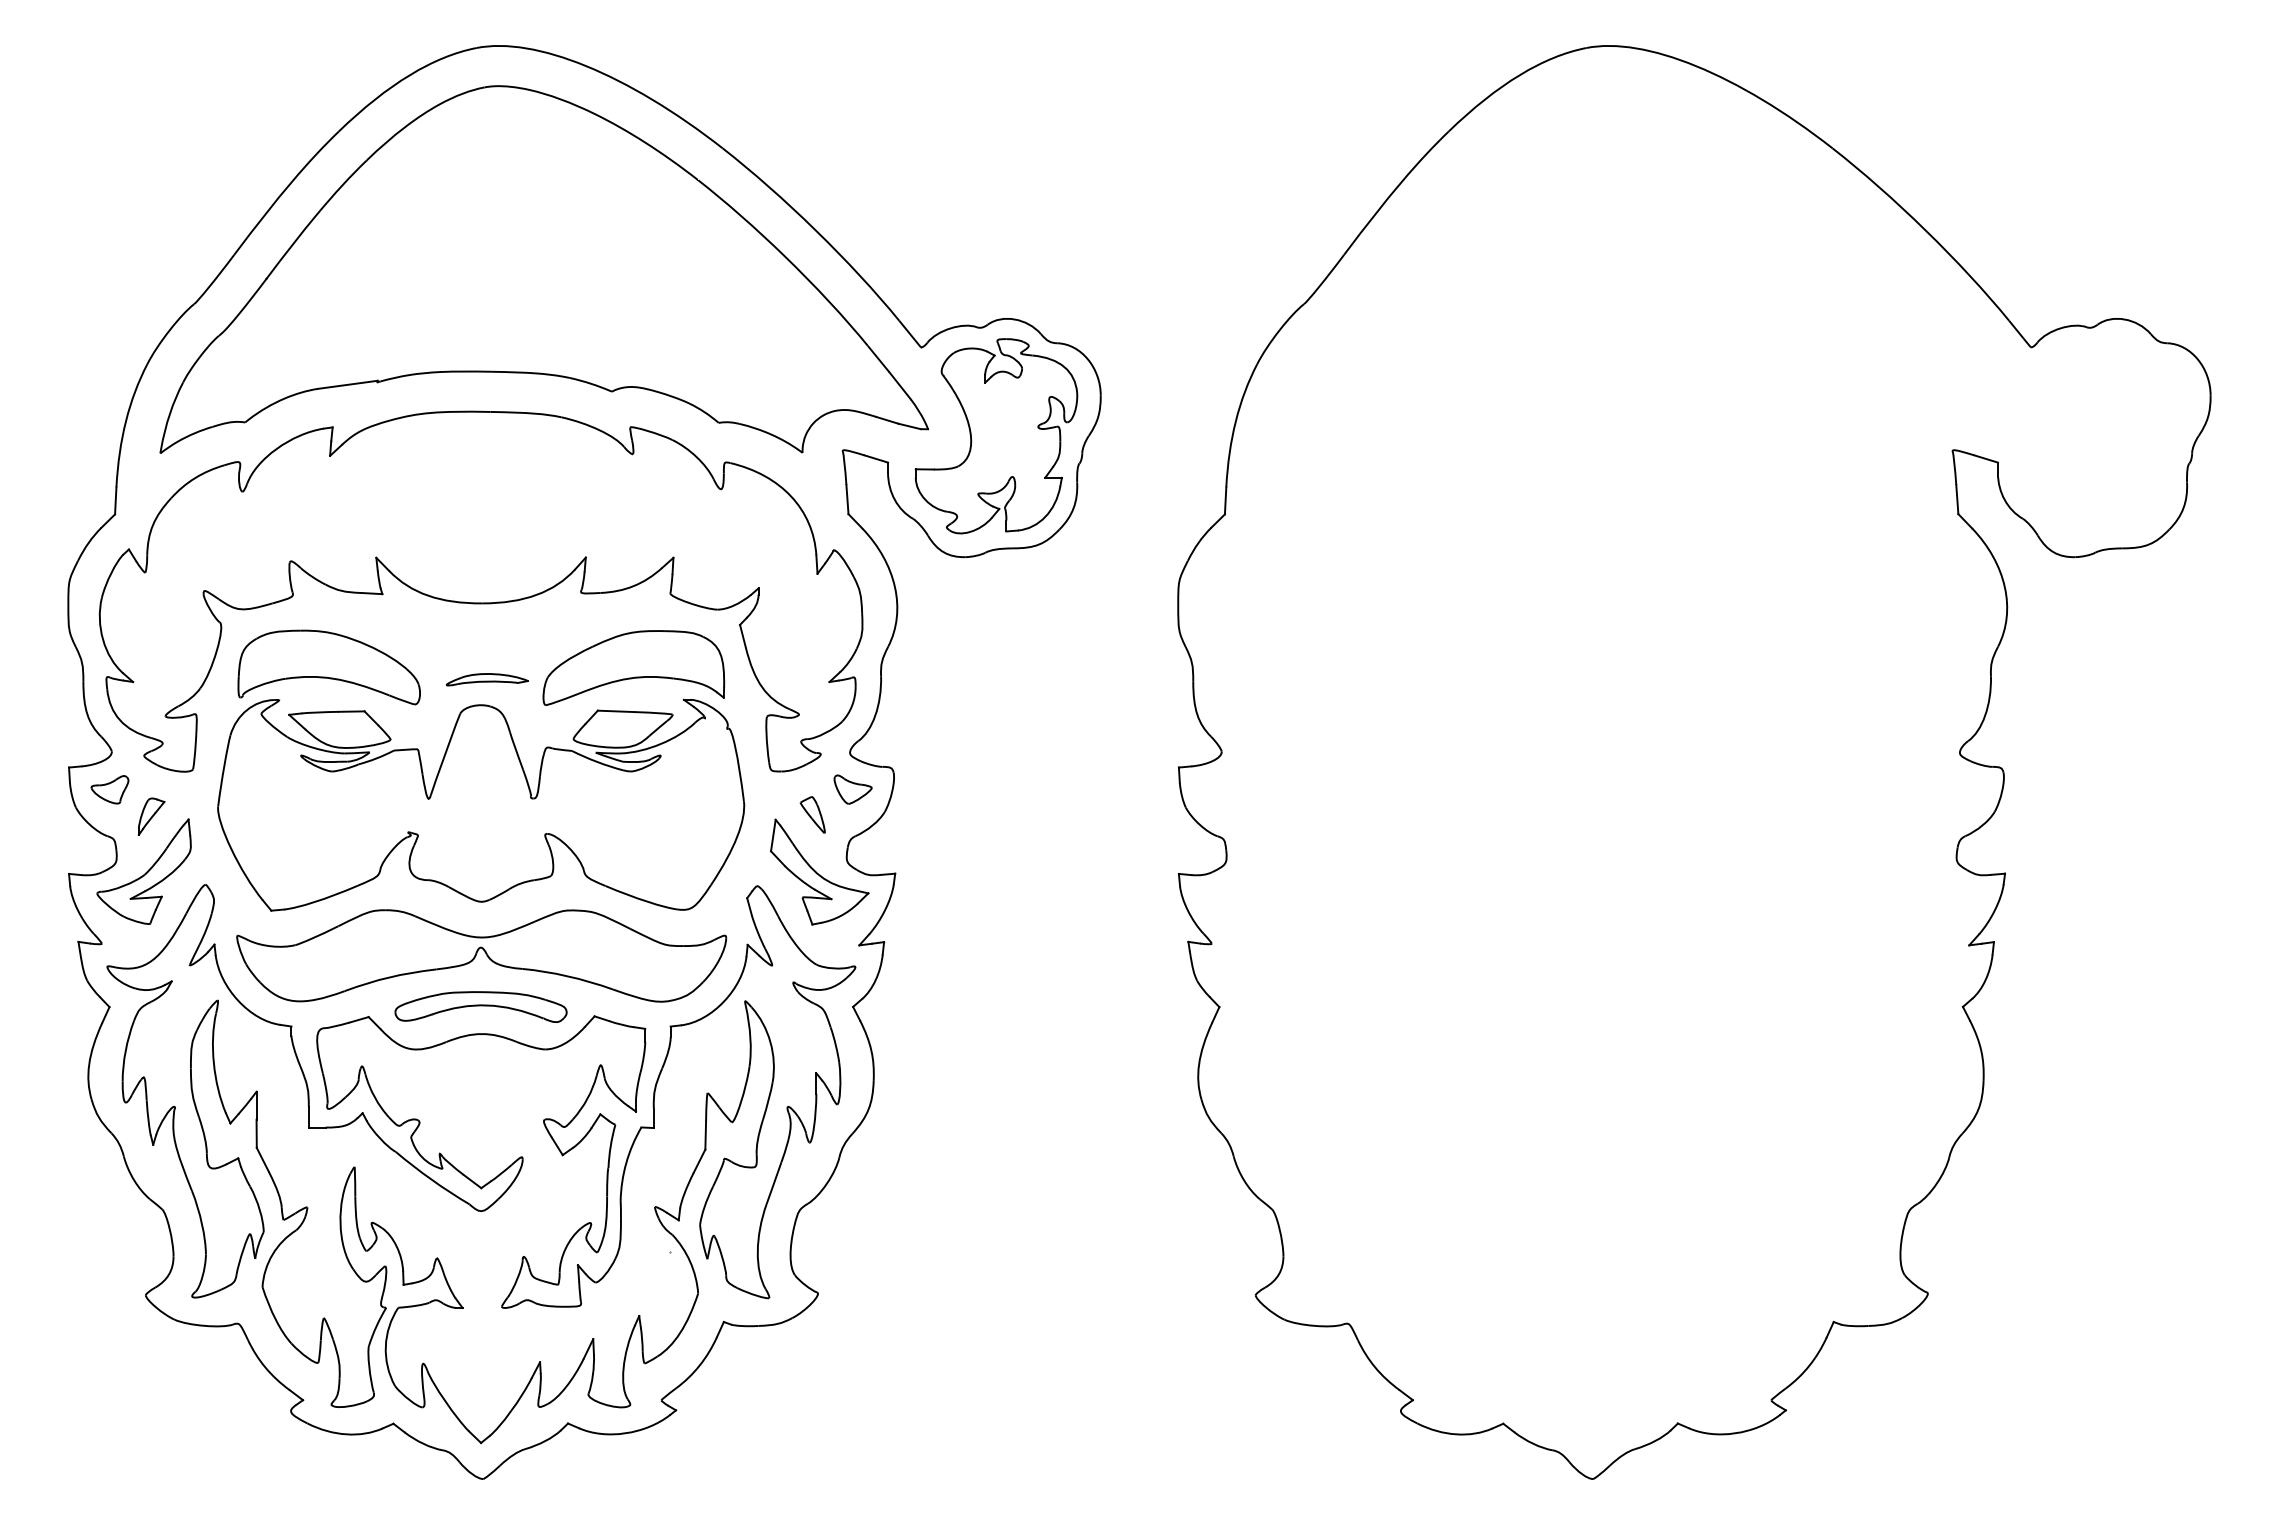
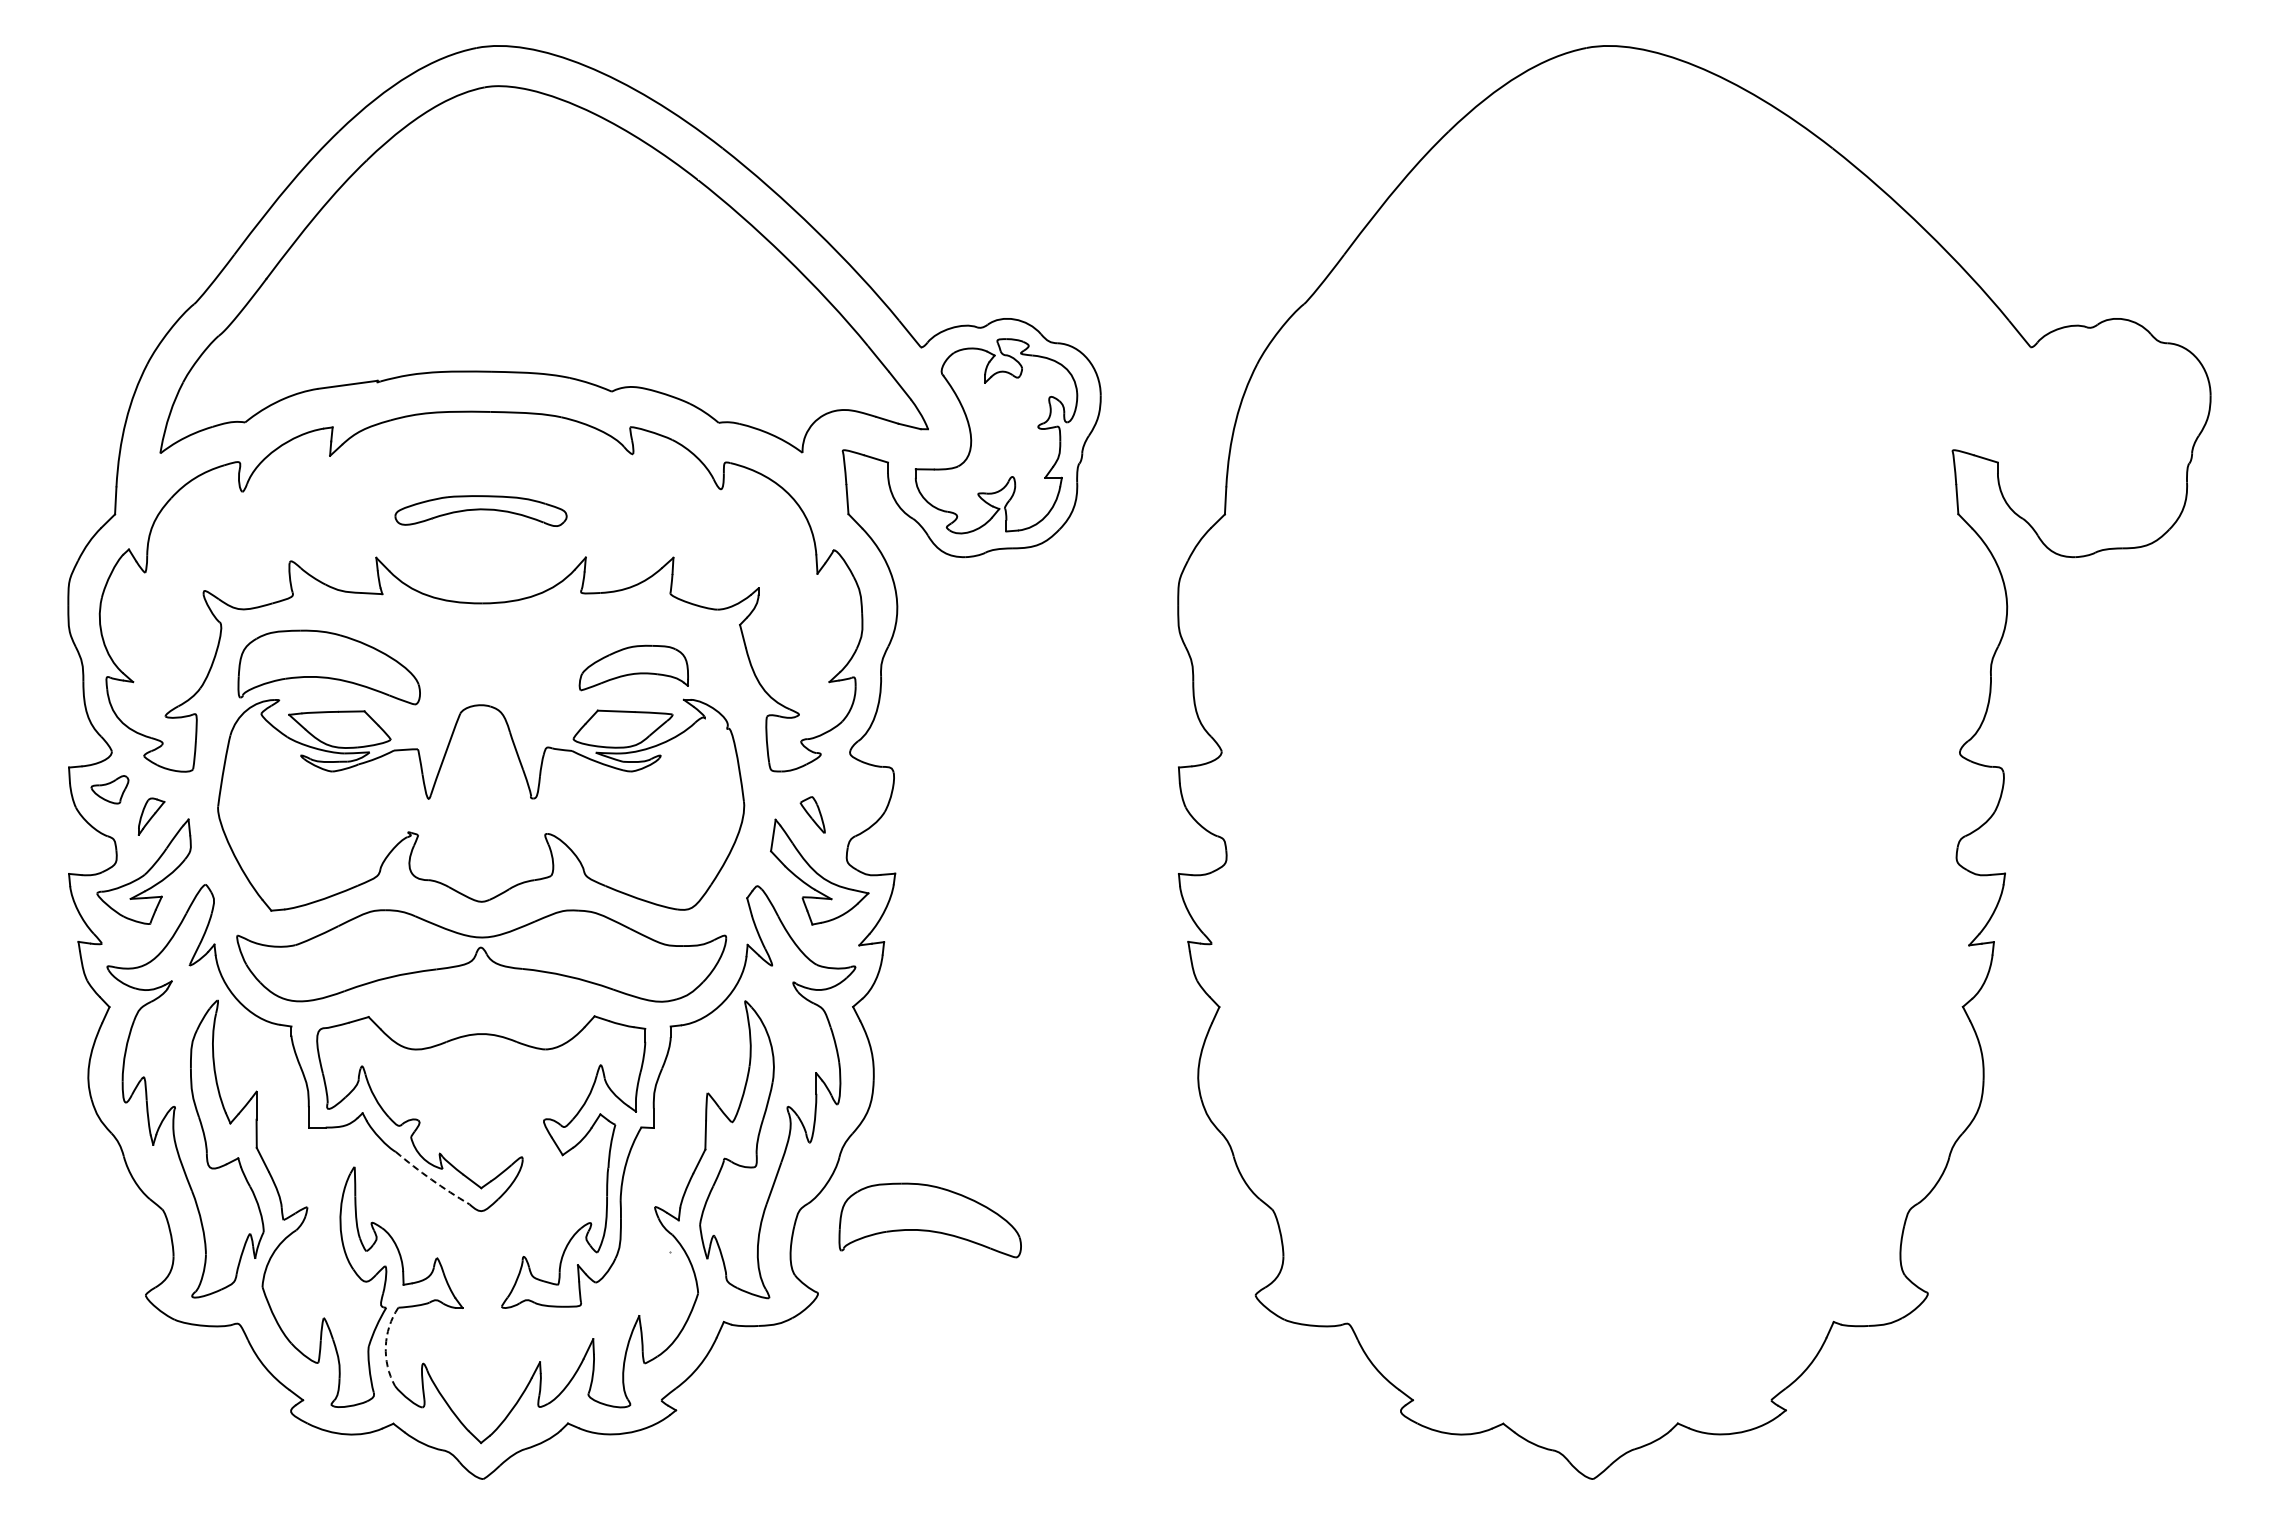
part at (633, 667) size: 184x76 px -> 111x48 px
part at (486, 679): present -> none
part at (852, 789): present -> none
part at (480, 1006) position: (480, 1006) -> (480, 510)
arc at (431, 1179): solid -> dashed
part at (929, 1220): none -> present
arc at (385, 1346): solid -> dashed
